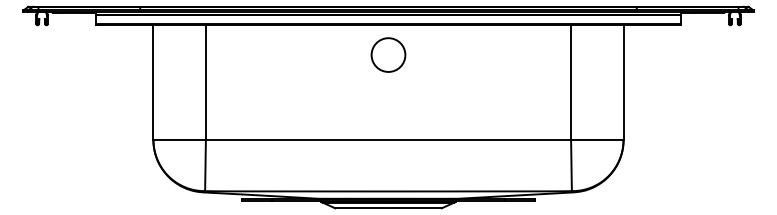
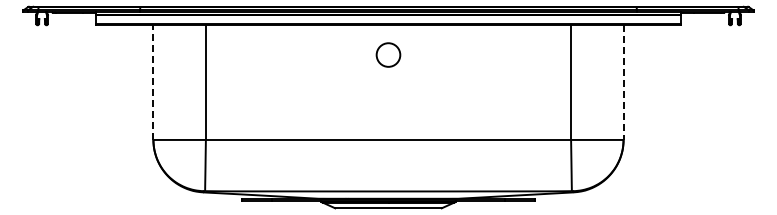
circle at (388, 54) size: 37x36 px -> 27x26 px
line at (153, 82): solid -> dashed
line at (623, 83): solid -> dashed
